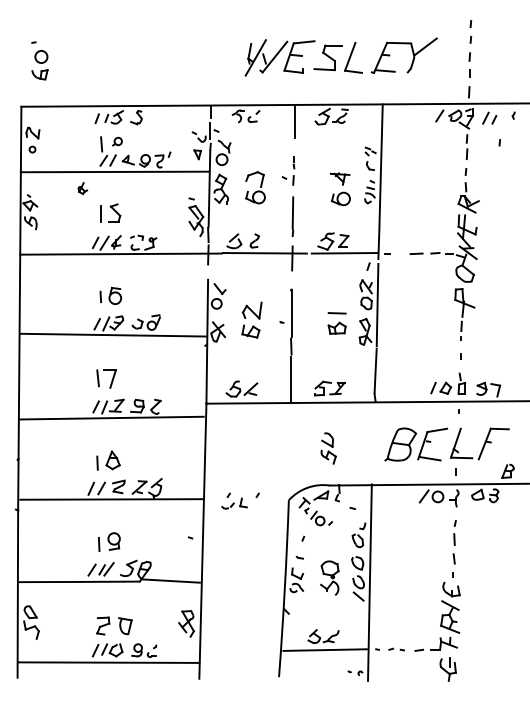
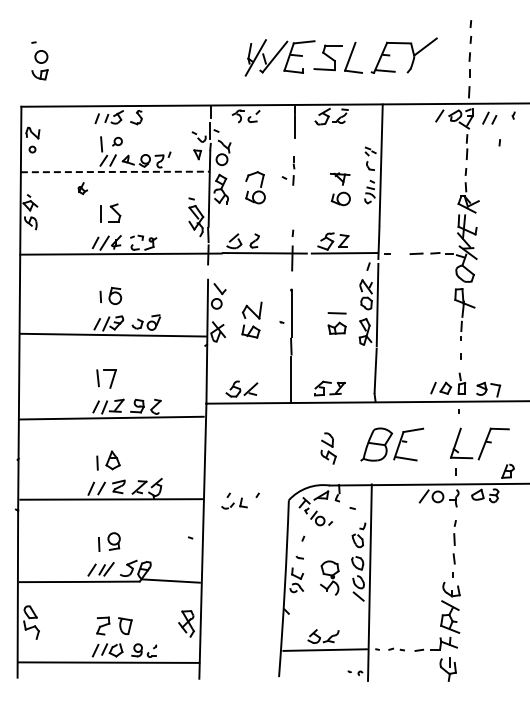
line at (115, 171): solid -> dashed
line at (292, 213): present -> none
part at (416, 444) position: (416, 444) -> (392, 444)
